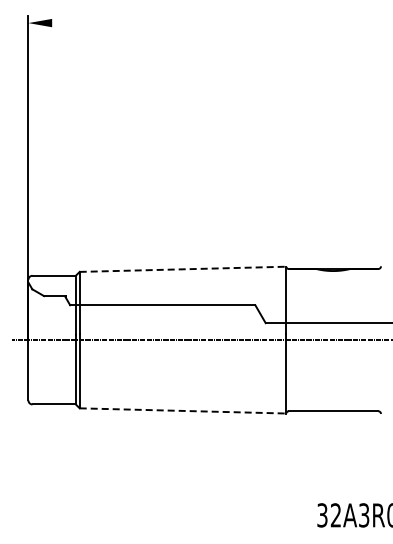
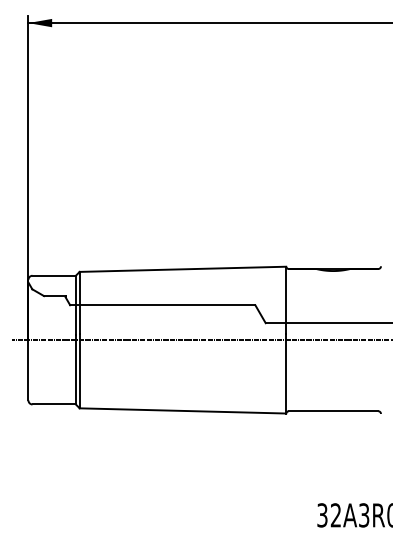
line at (208, 23): none -> present
line at (183, 269): dashed -> solid
line at (183, 410): dashed -> solid
